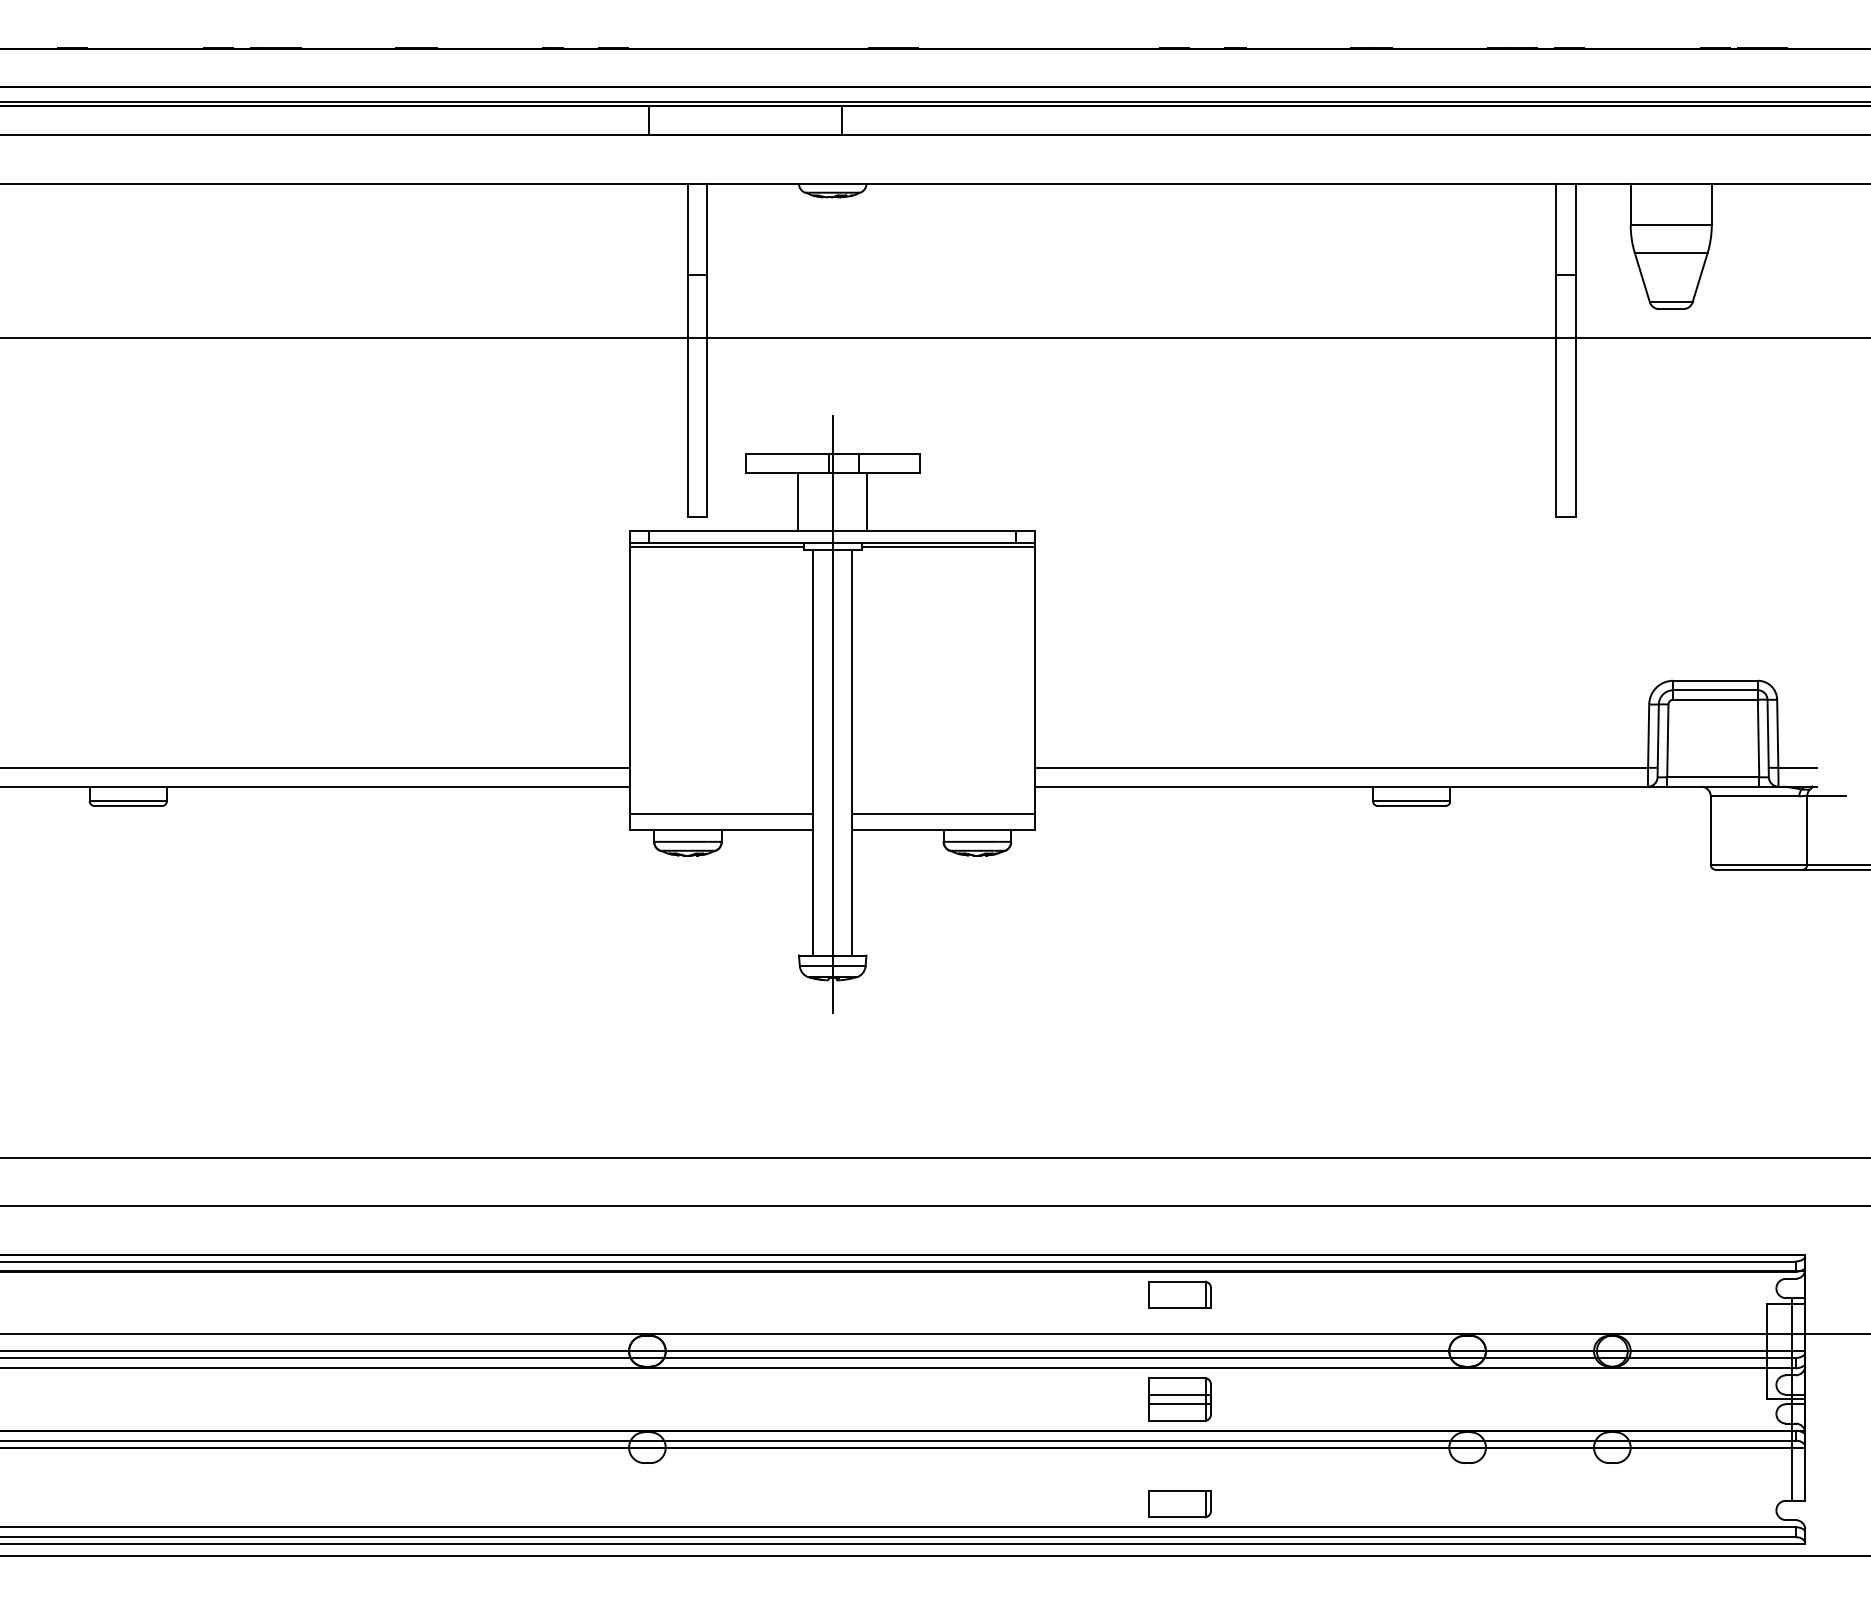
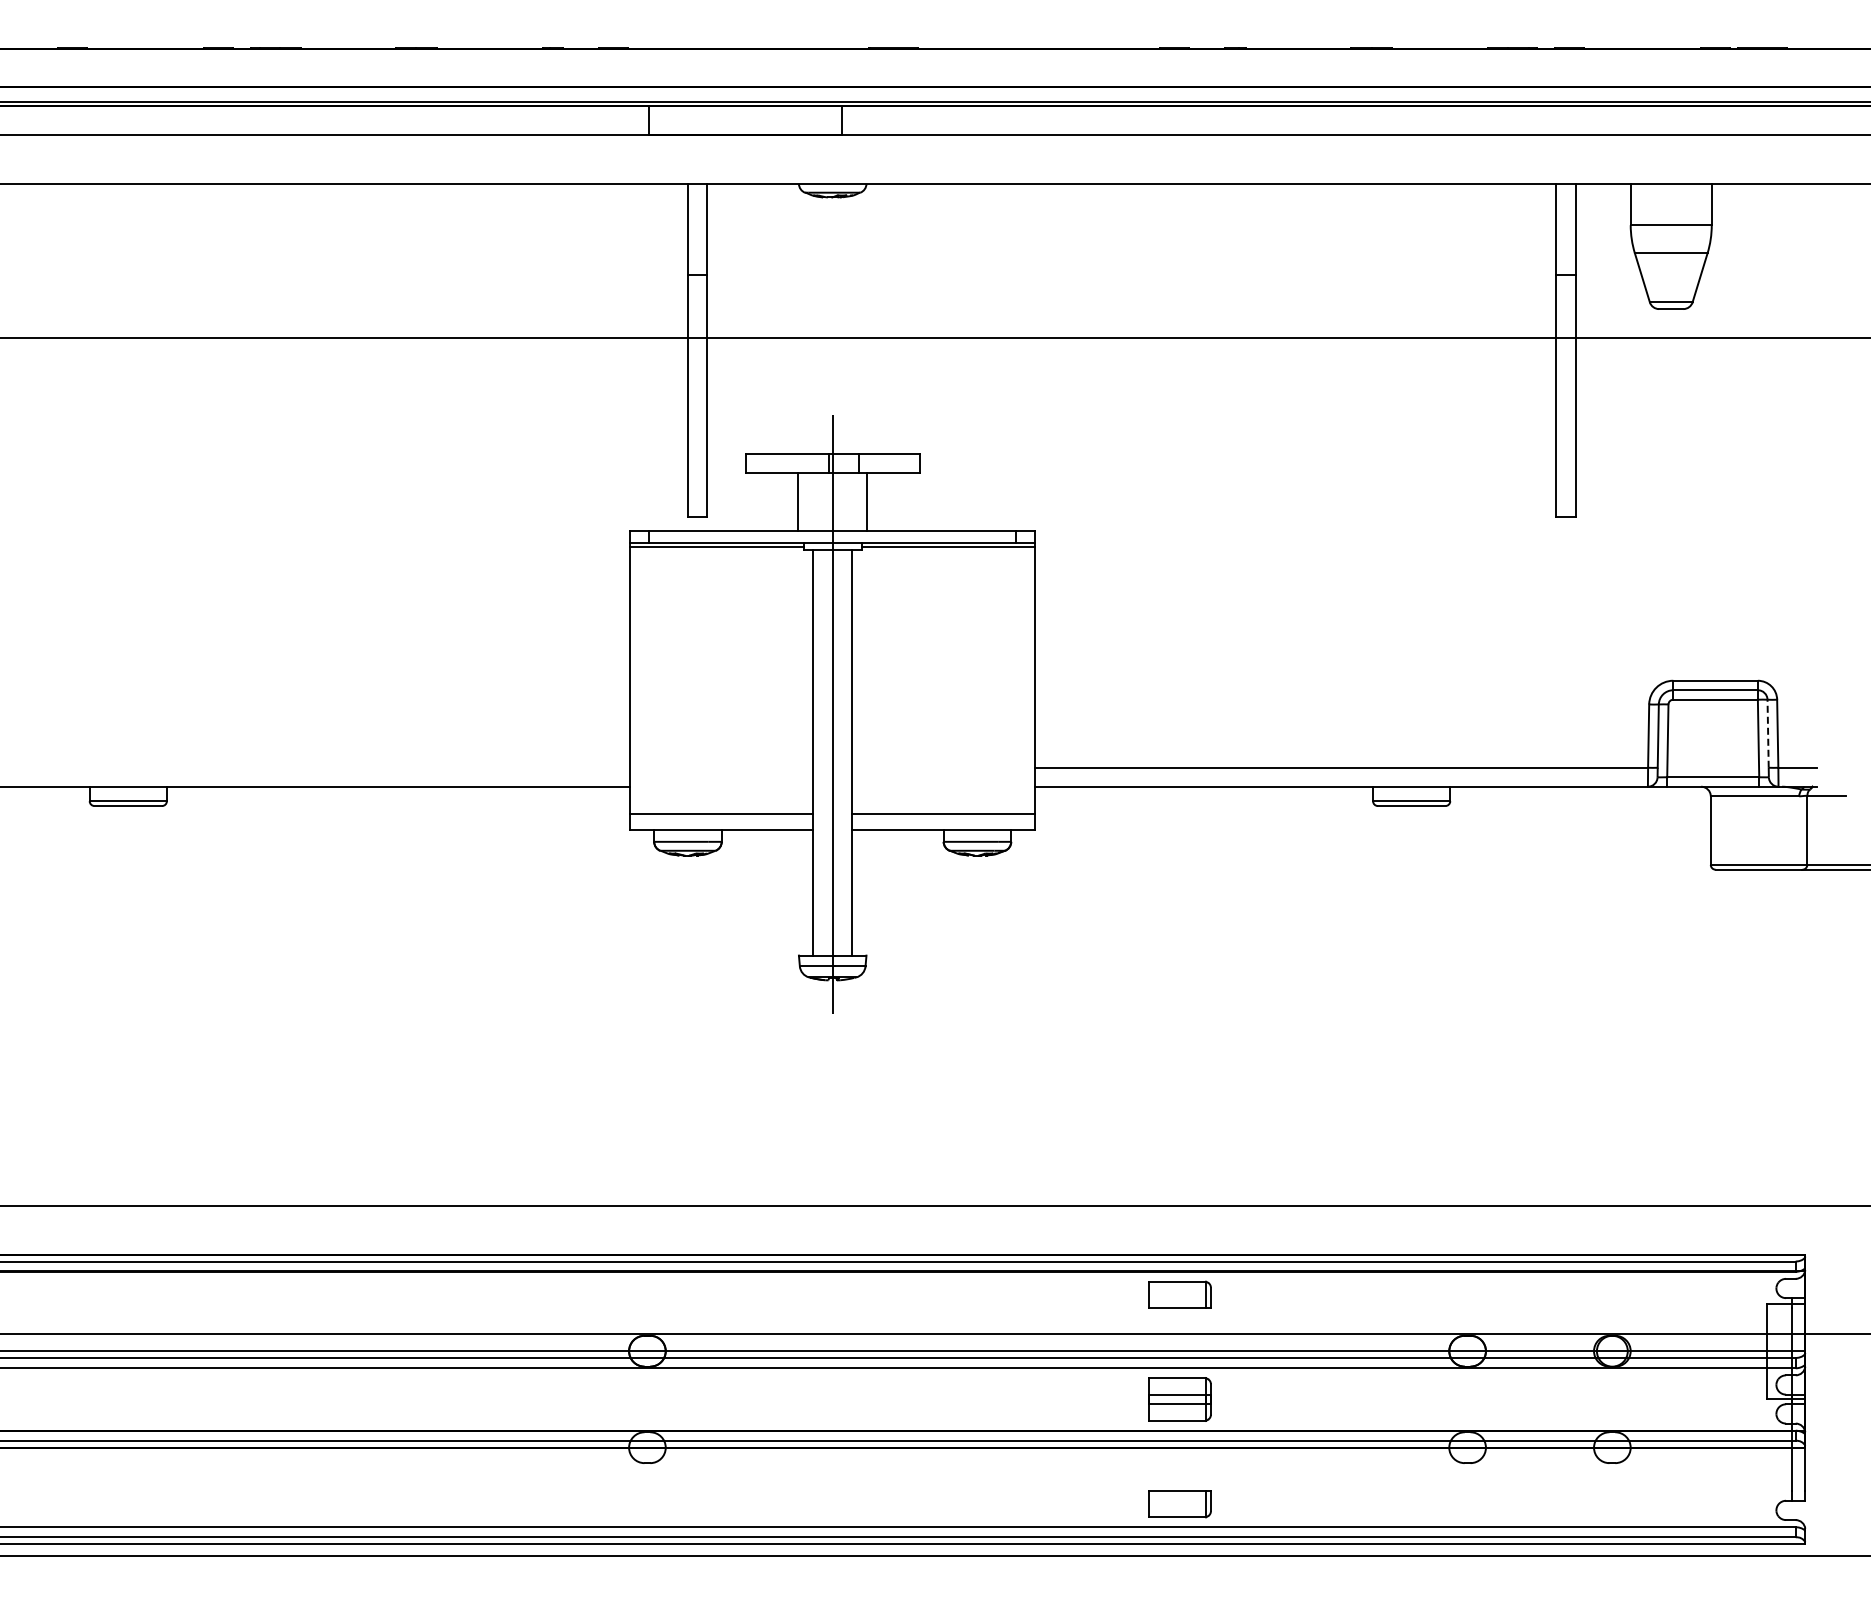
line at (1768, 733): solid -> dashed
line at (316, 767): present -> none
line at (934, 1158): present -> none
